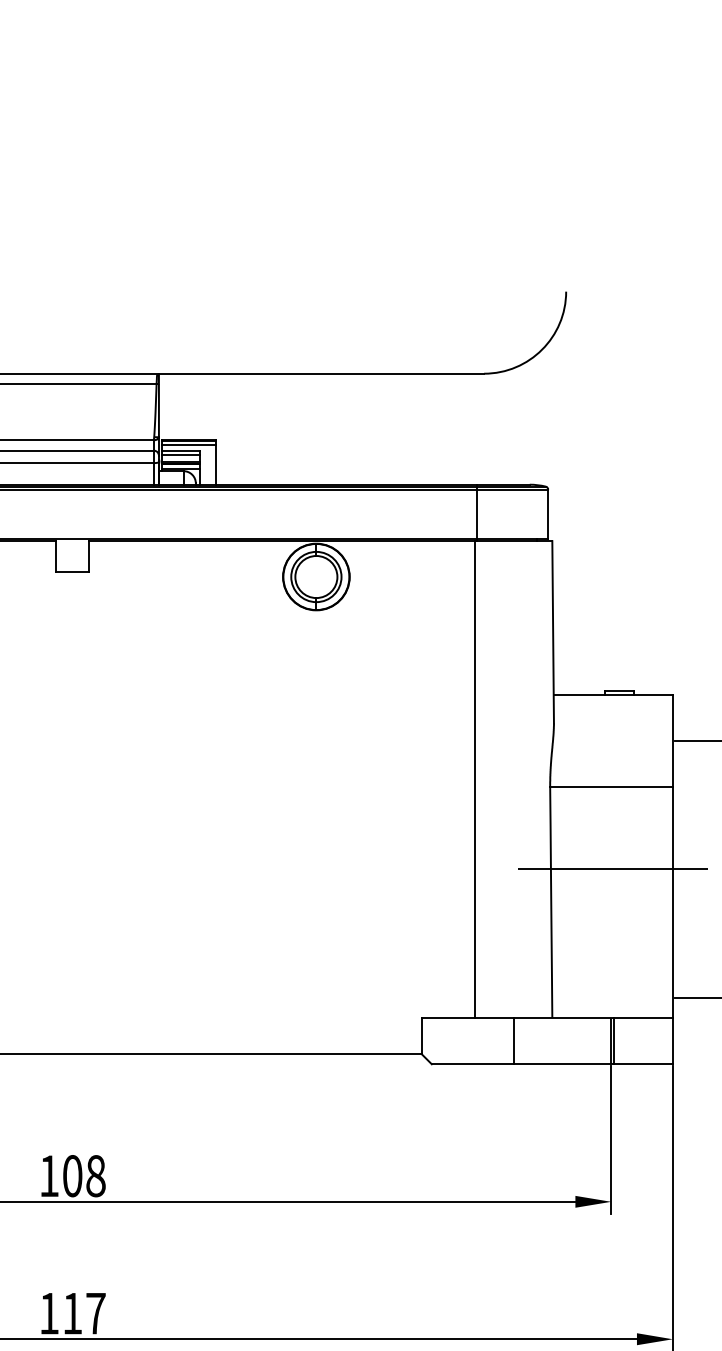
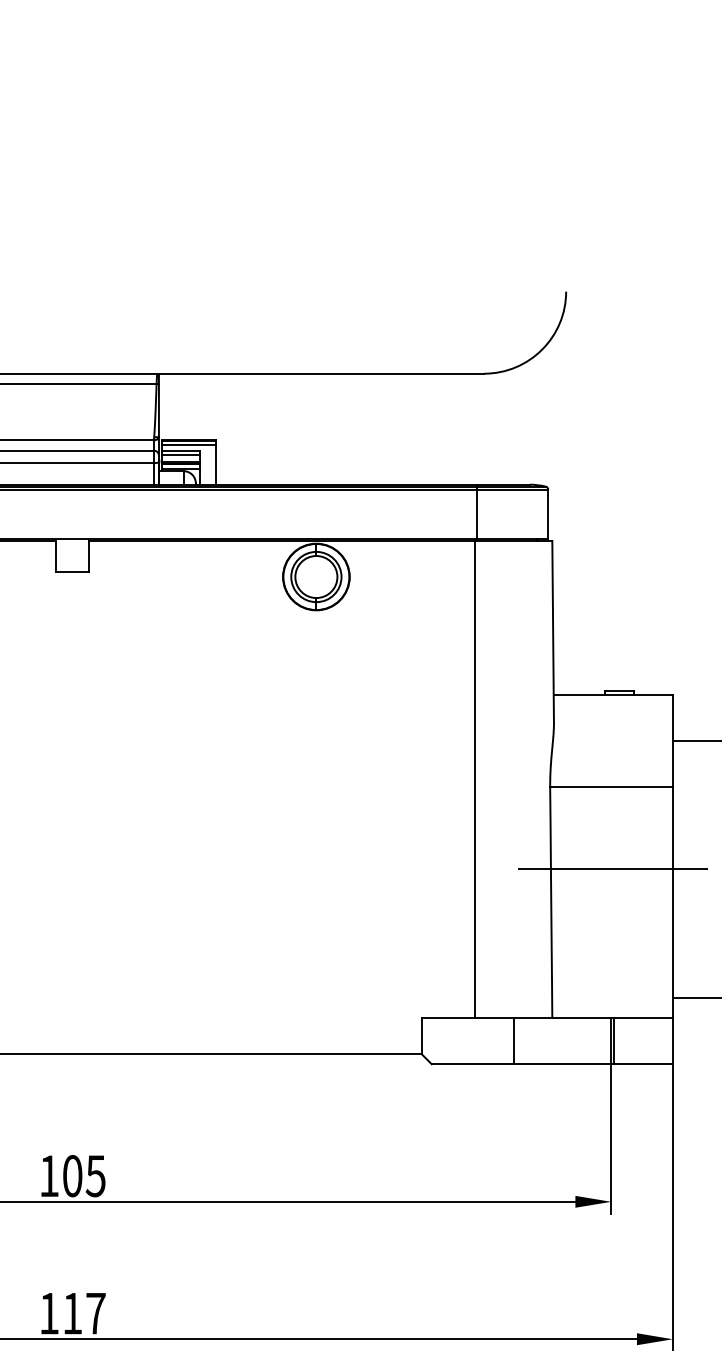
text at (95, 1176): 108 -> 105
